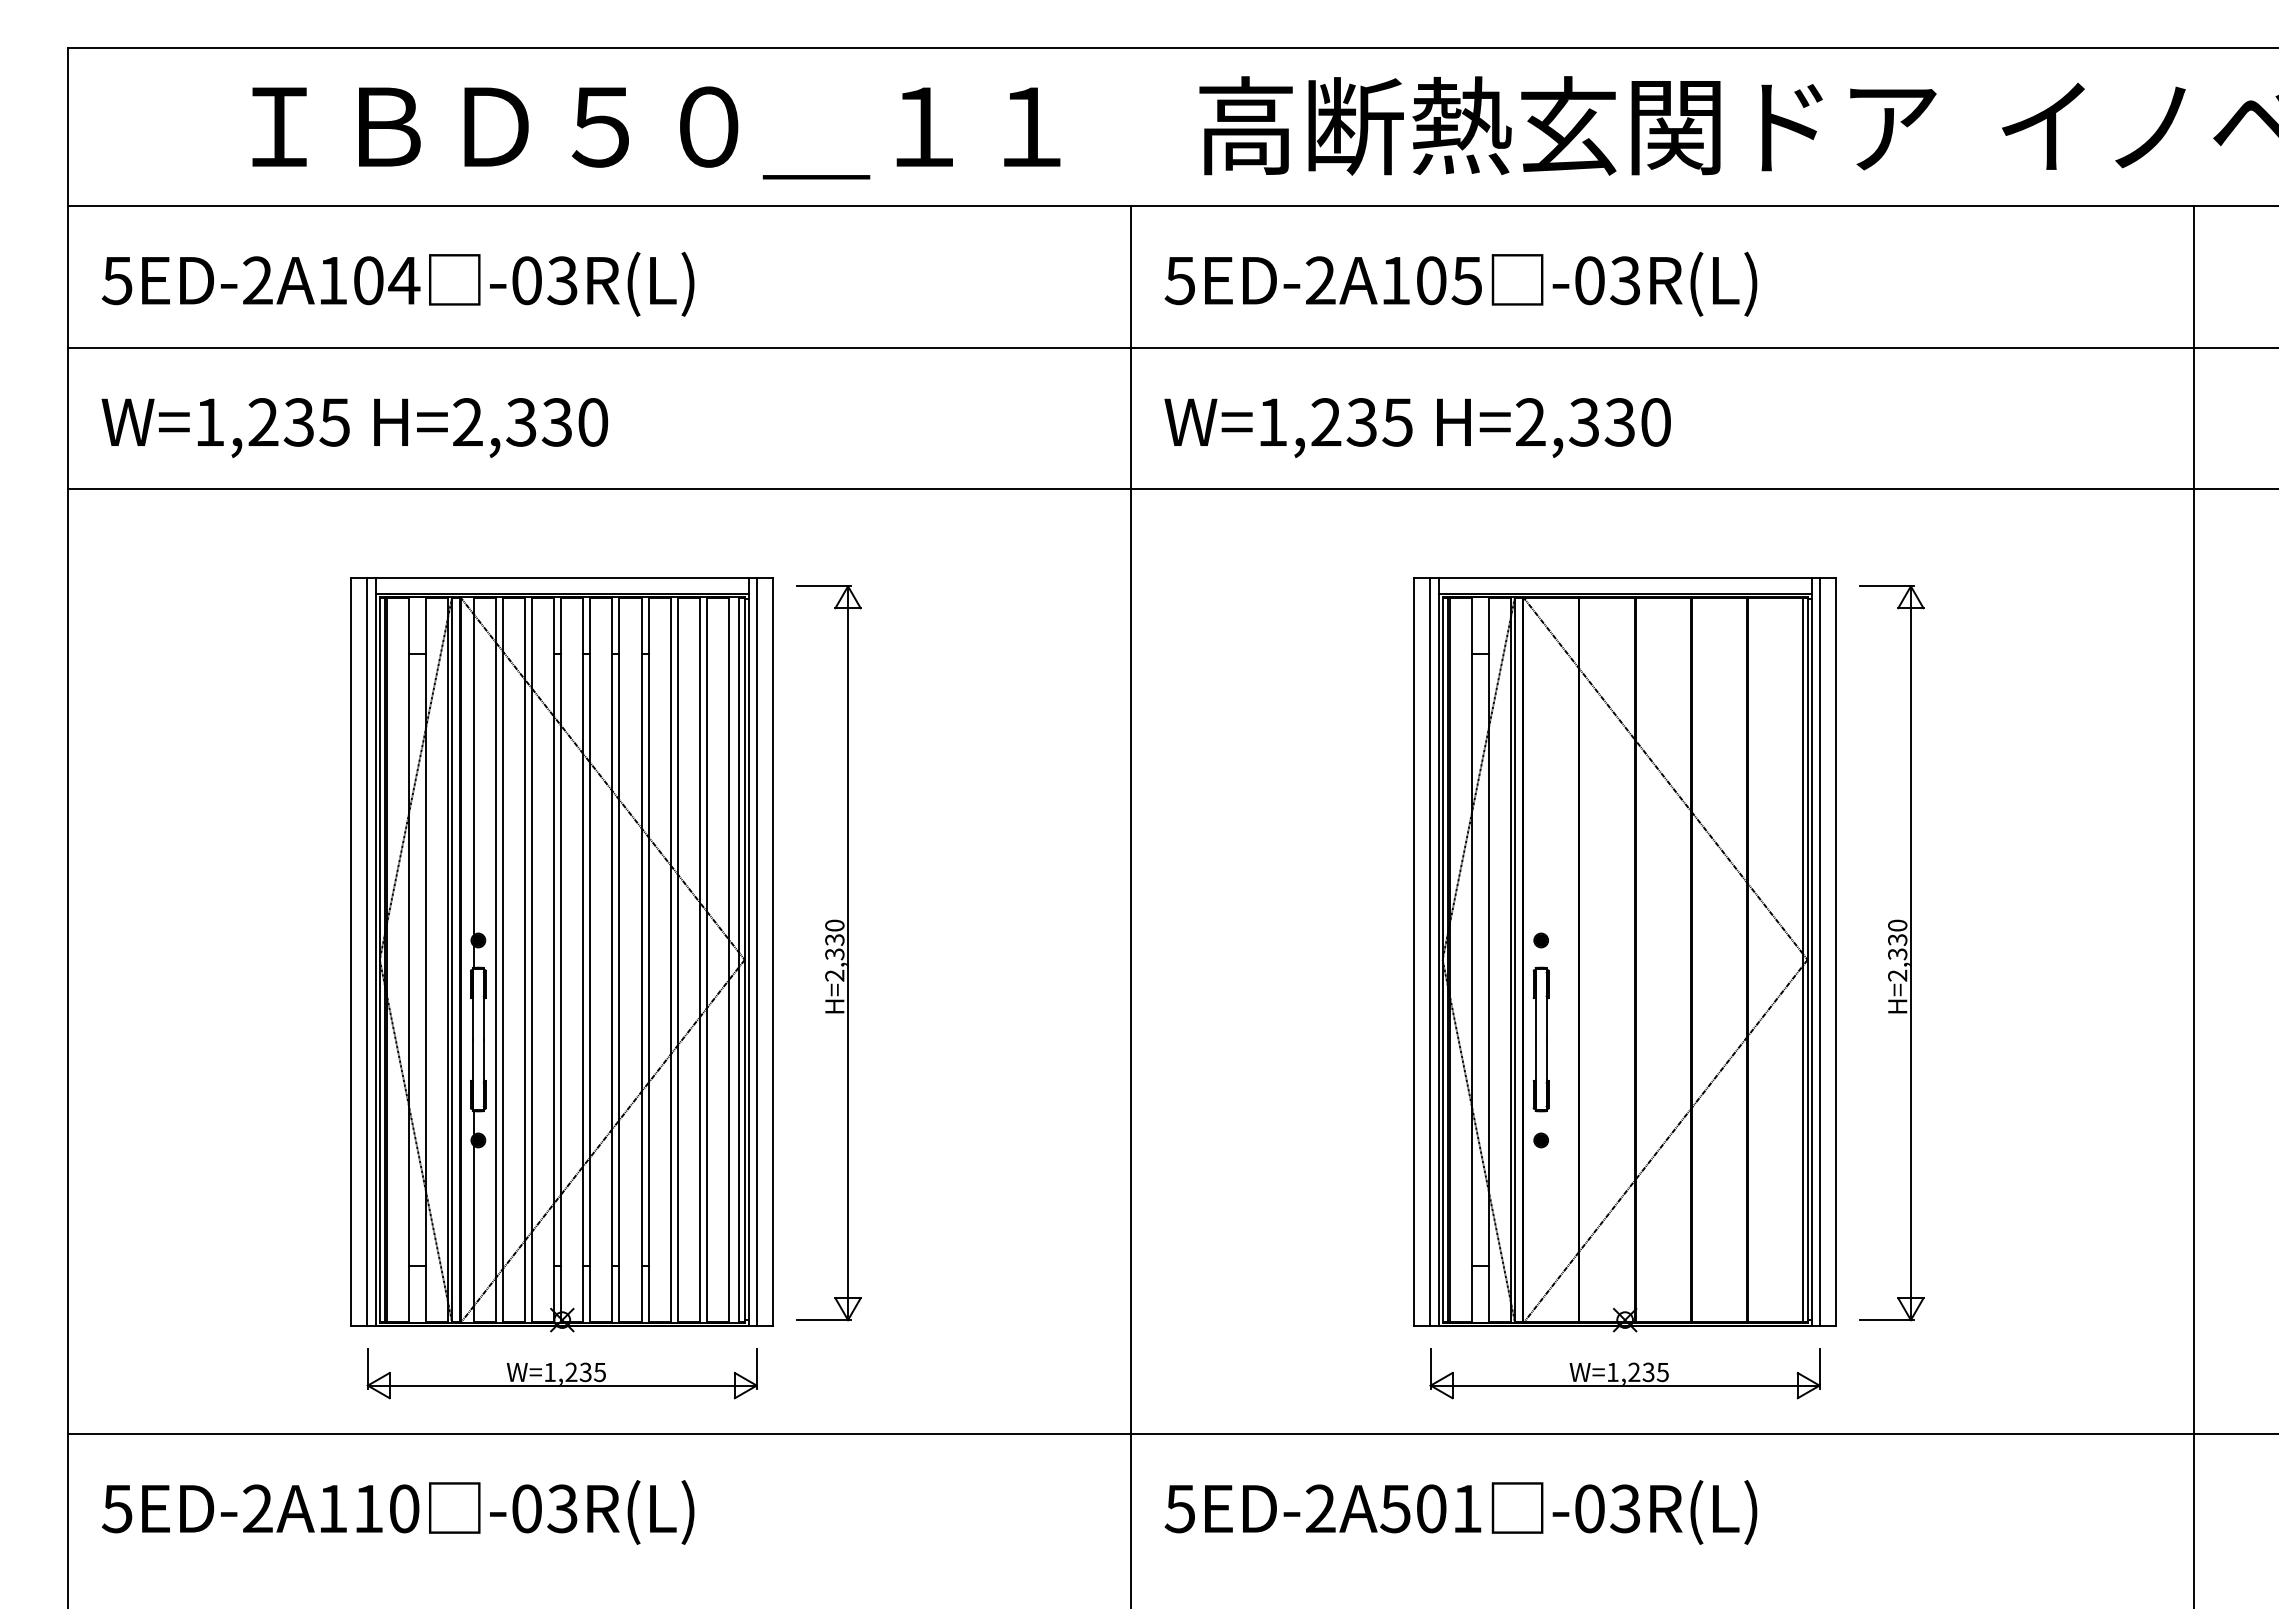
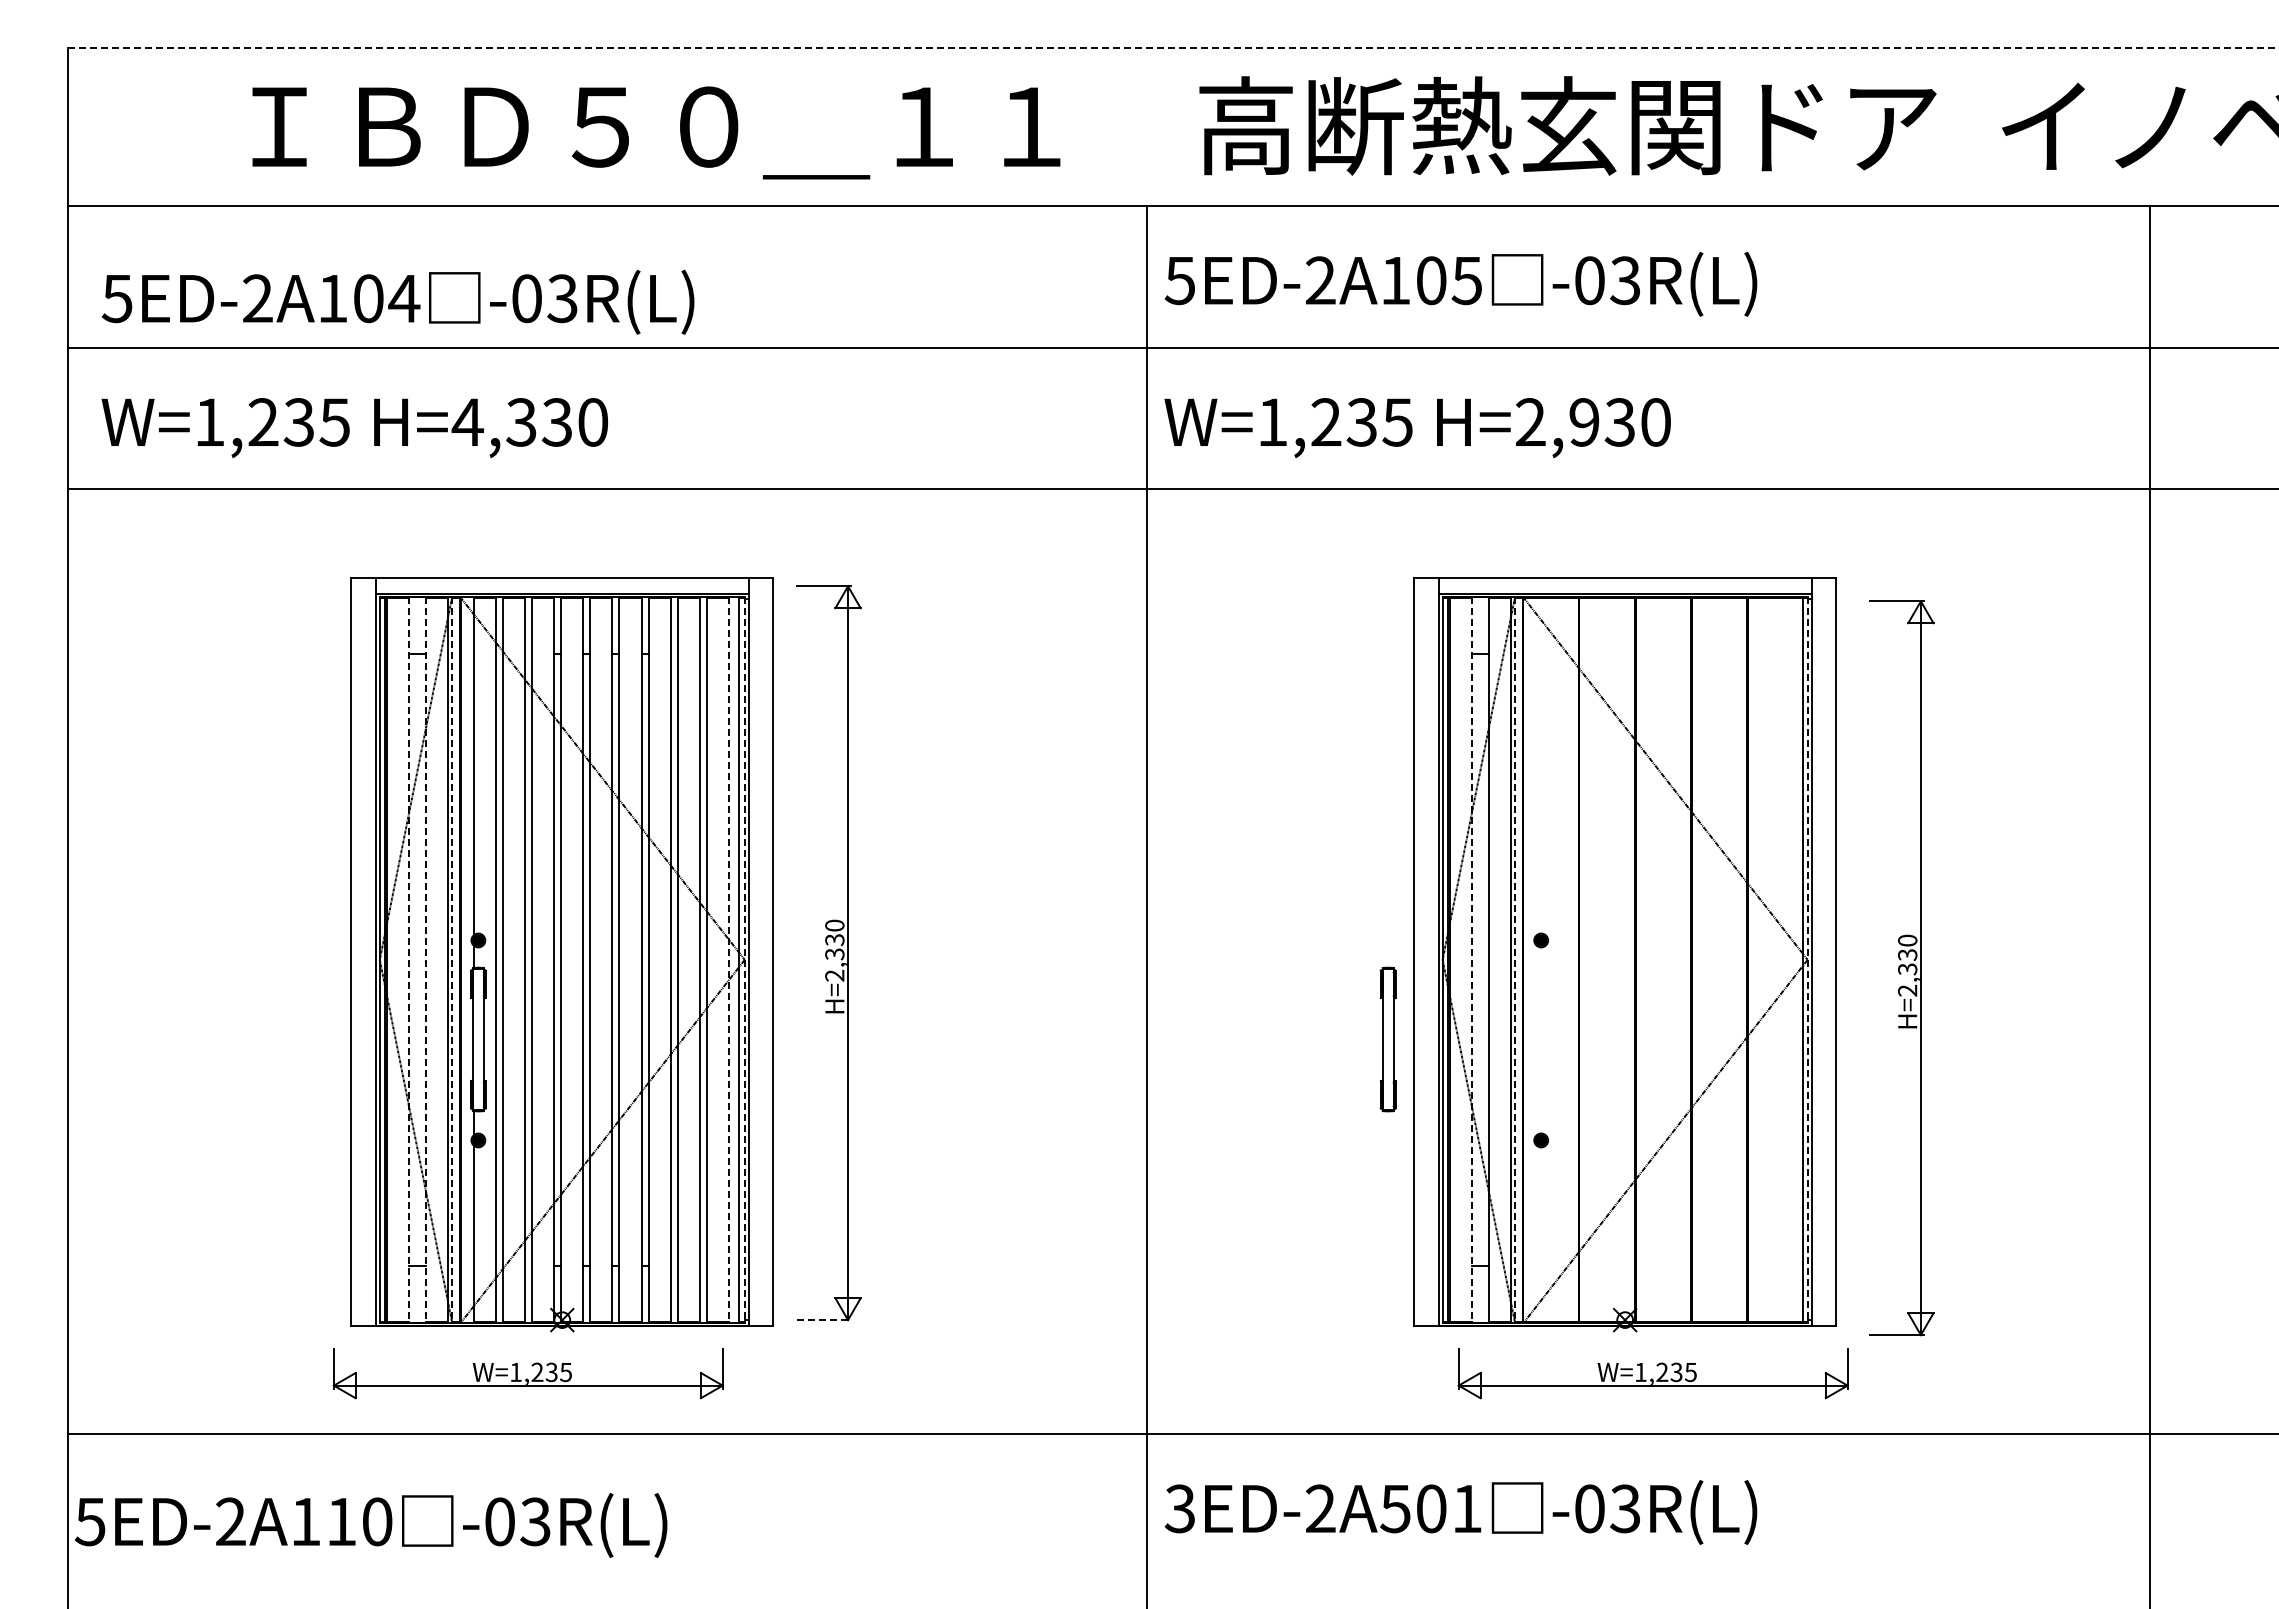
line at (1174, 48): solid -> dashed
text at (397, 283) position: (397, 283) -> (397, 301)
text at (467, 421): H=2,330 -> H=4,330
text at (1583, 422): H=2,330 -> H=2,930
line at (1131, 905) position: (1131, 905) -> (1147, 905)
line at (2194, 905) position: (2194, 905) -> (2150, 905)
line at (367, 951): present -> none
line at (757, 951): present -> none
line at (1430, 951): present -> none
line at (1820, 951): present -> none
part at (1891, 953) position: (1891, 953) -> (1901, 968)
line at (409, 959): solid -> dashed
line at (426, 959): solid -> dashed
line at (728, 959): solid -> dashed
line at (1471, 959): solid -> dashed
line at (452, 960): solid -> dashed
line at (744, 960): solid -> dashed
line at (1515, 960): solid -> dashed
line at (1807, 960): solid -> dashed
part at (1540, 1039) position: (1540, 1039) -> (1387, 1039)
line at (824, 1320): solid -> dashed
part at (561, 1373) position: (561, 1373) -> (527, 1373)
part at (1624, 1373) position: (1624, 1373) -> (1652, 1373)
text at (1179, 1508): 5ED-2A501 -> 3ED-2A501
text at (398, 1512) position: (398, 1512) -> (371, 1525)
